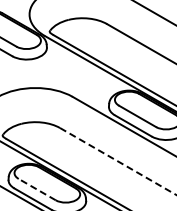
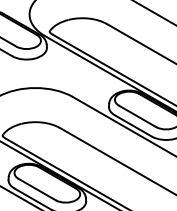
line at (118, 161): dashed -> solid
line at (36, 189): dashed -> solid
